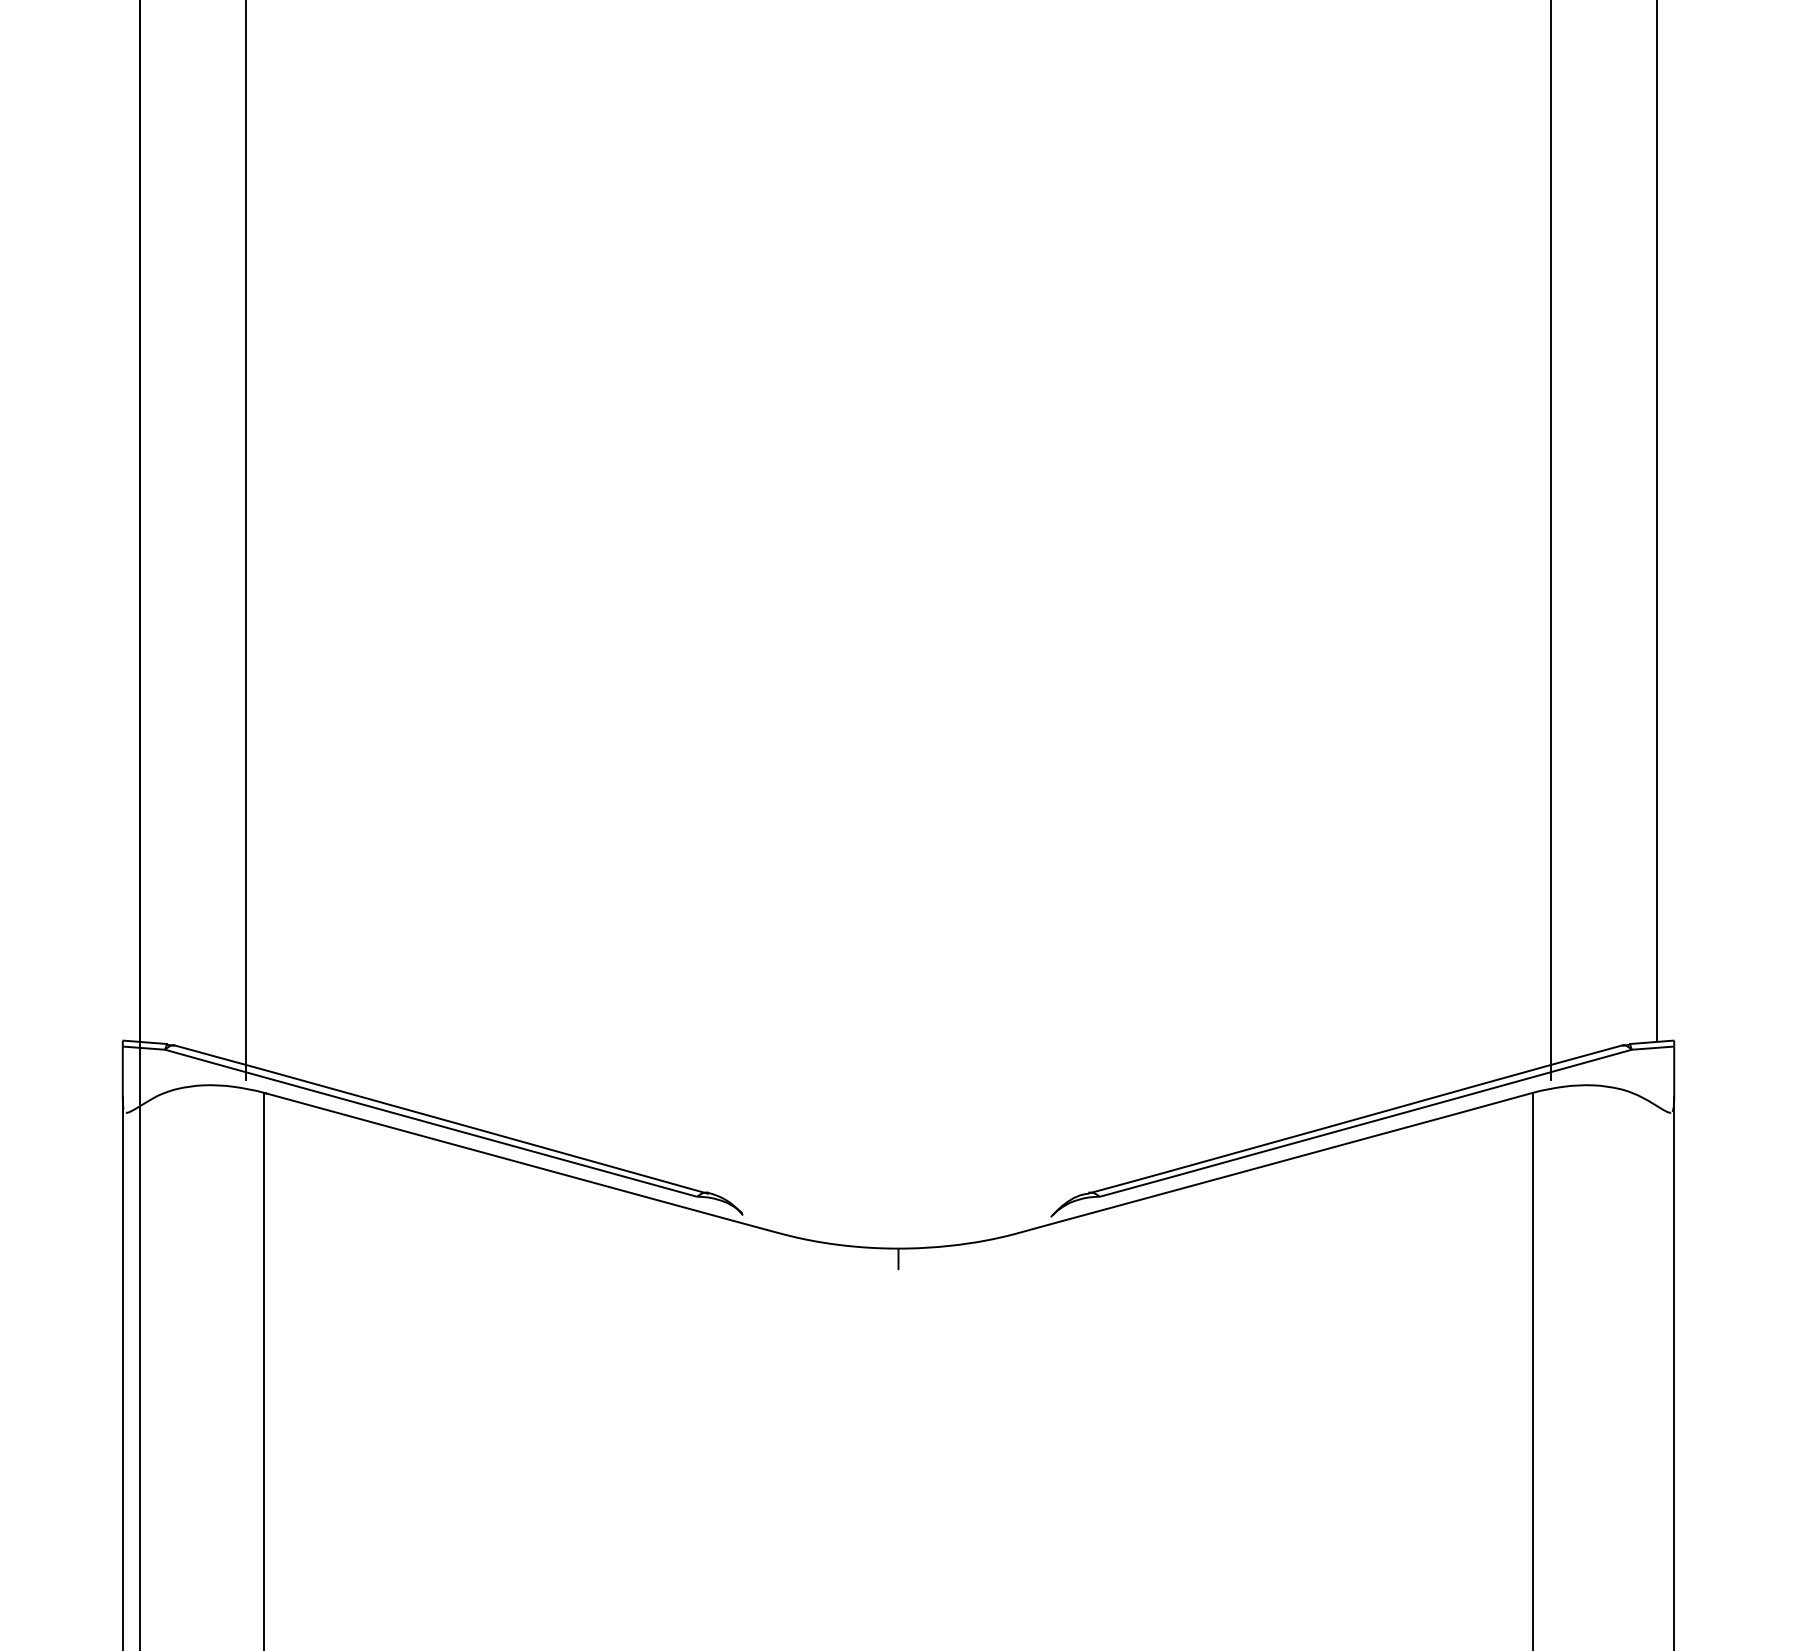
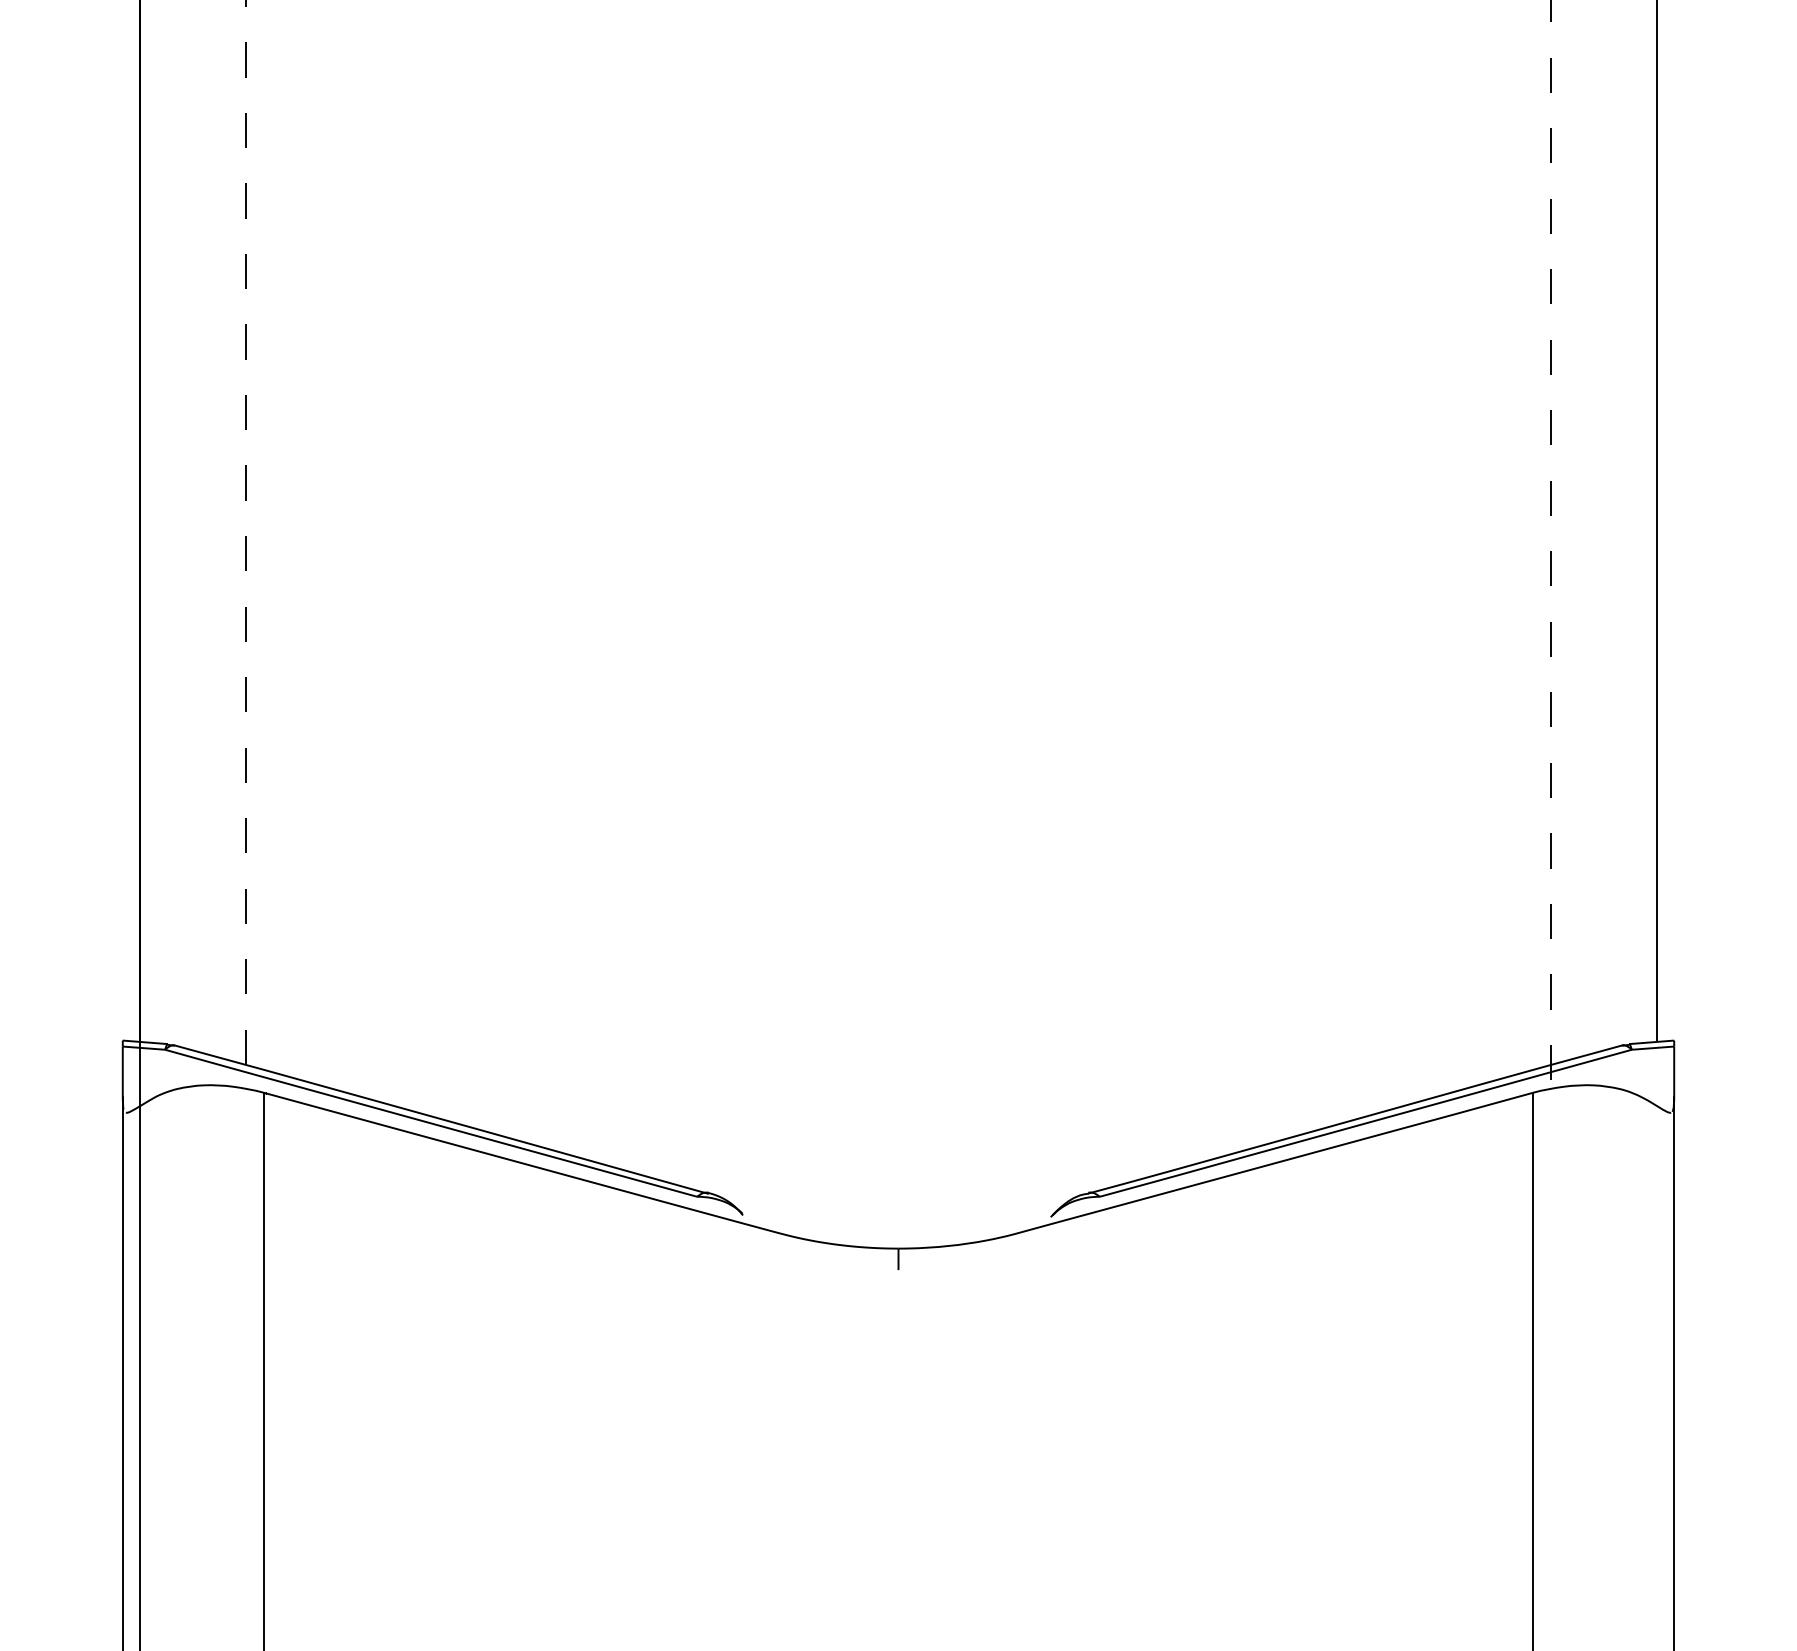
line at (246, 540): solid -> dashed
line at (1550, 540): solid -> dashed
